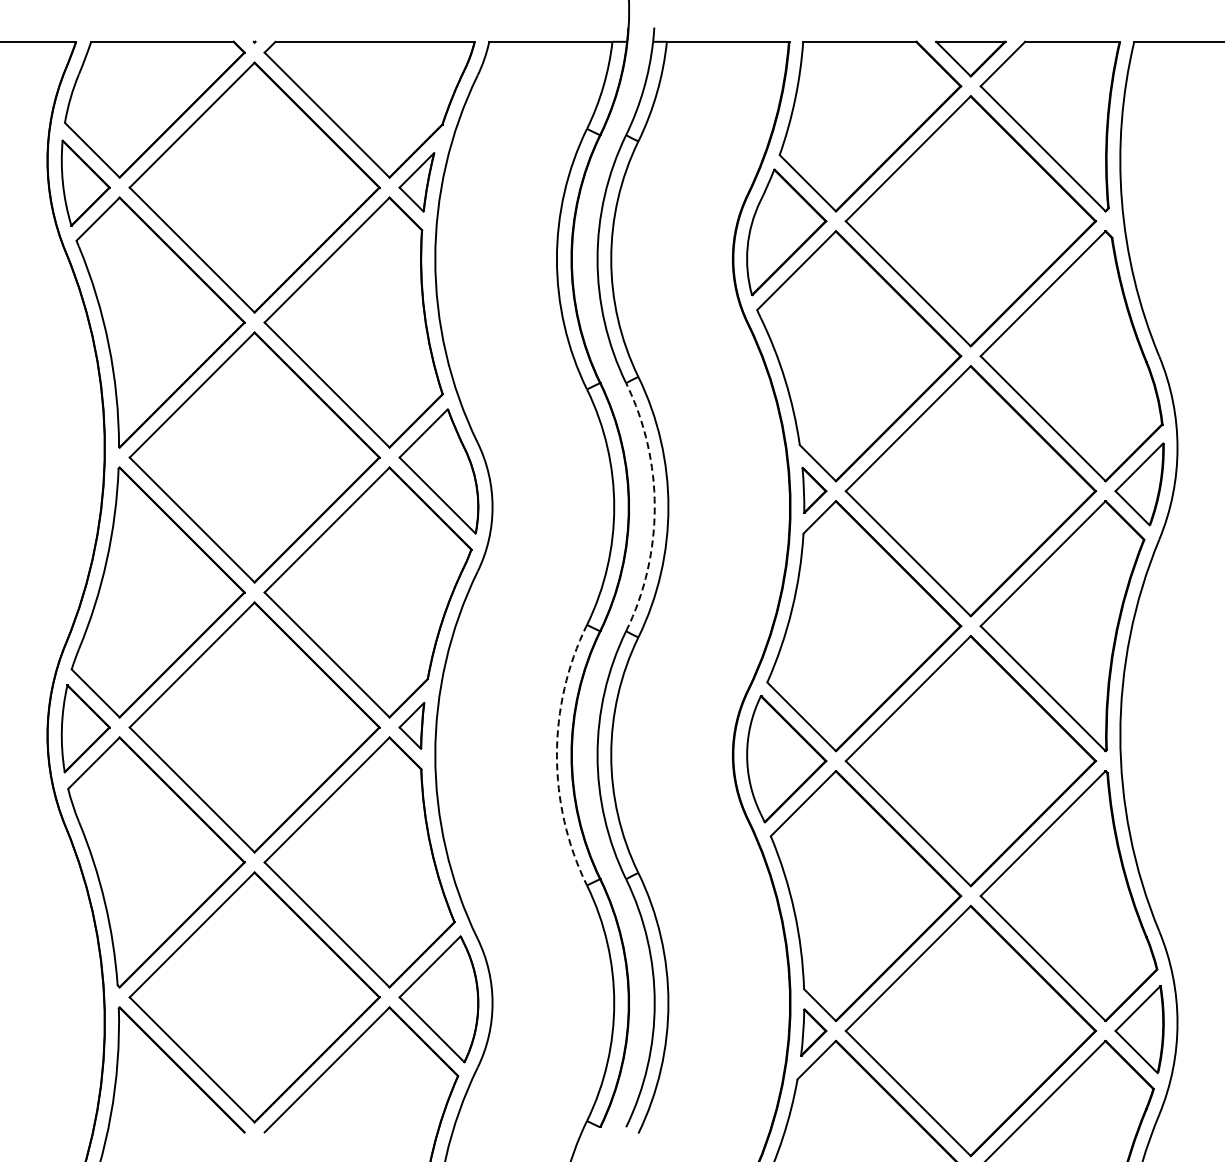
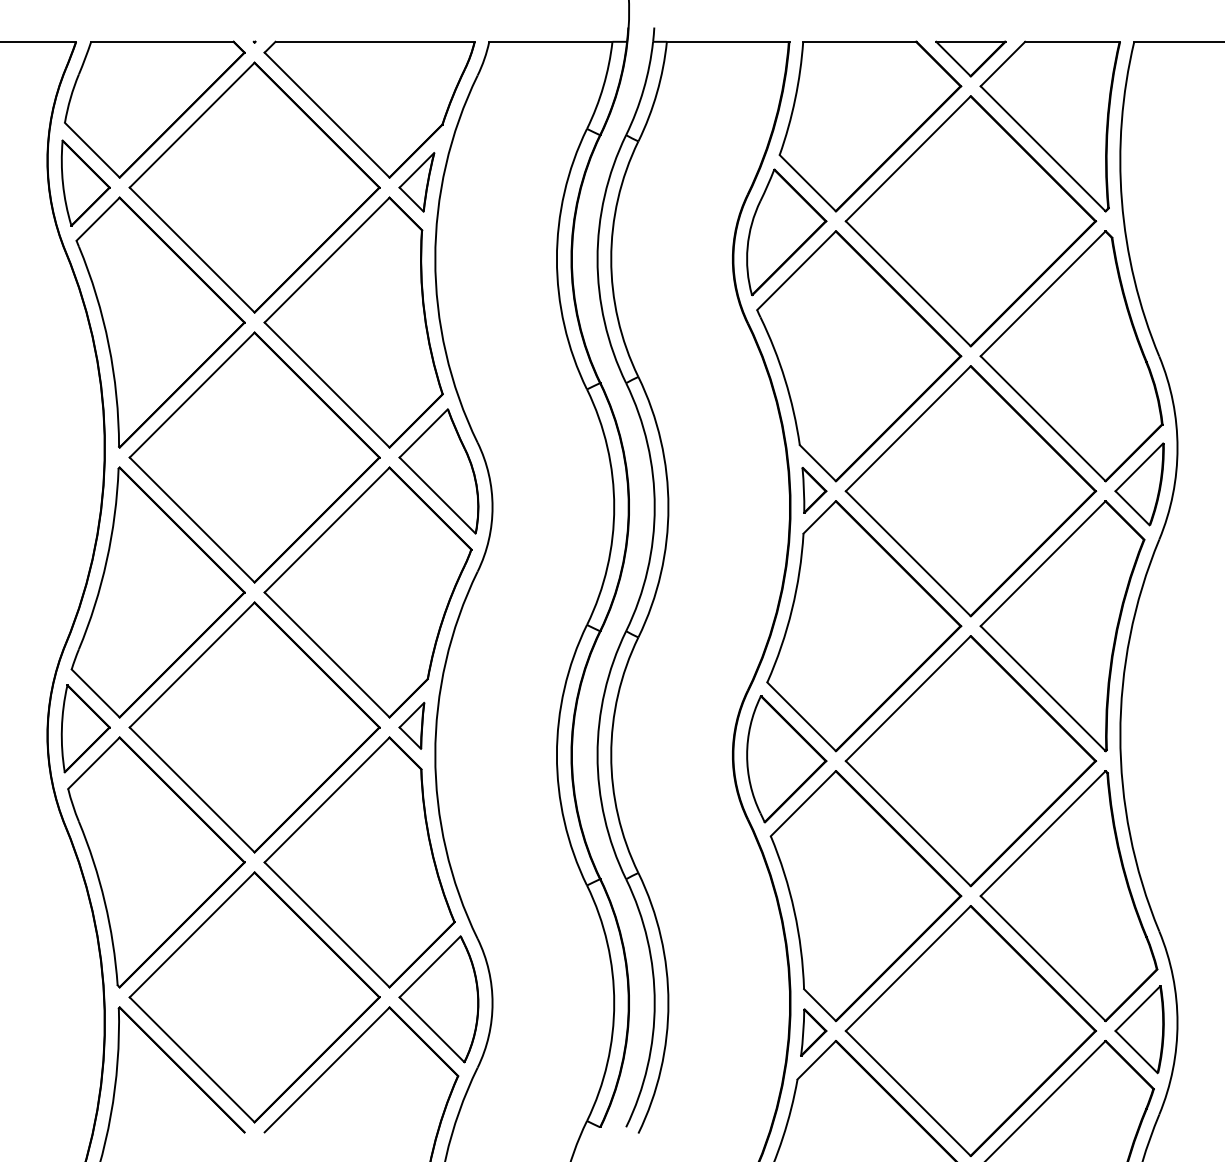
arc at (654, 507): dashed -> solid
arc at (556, 755): dashed -> solid
